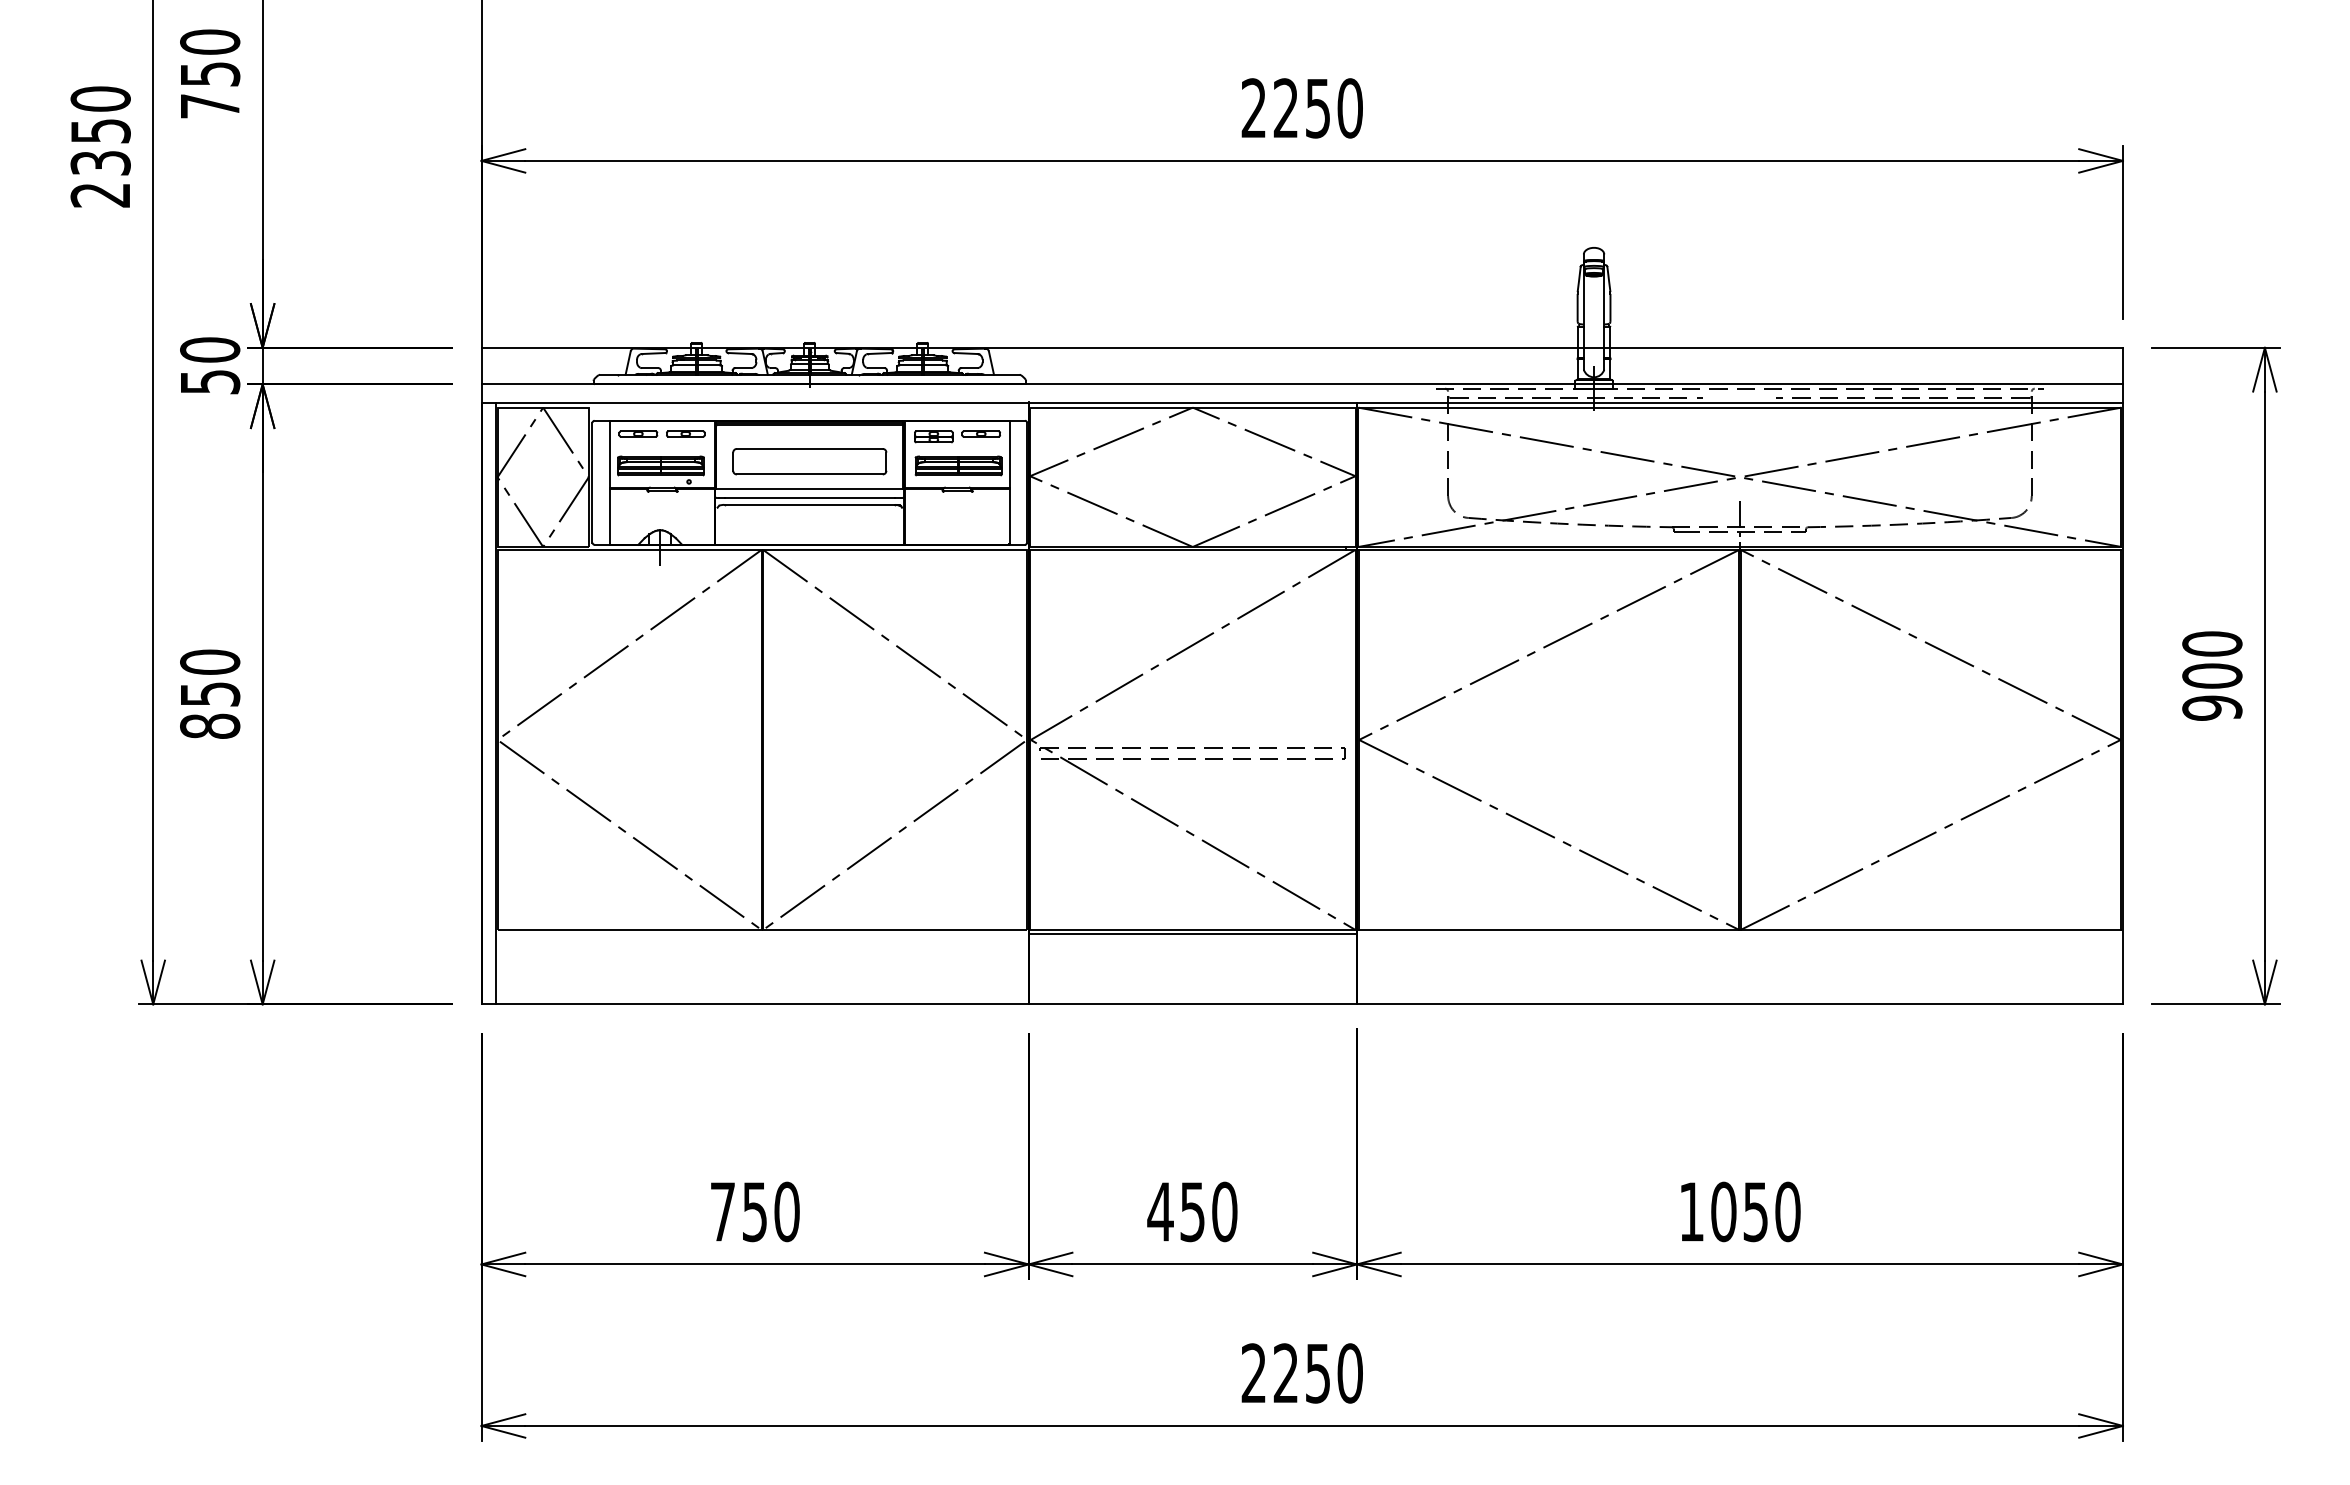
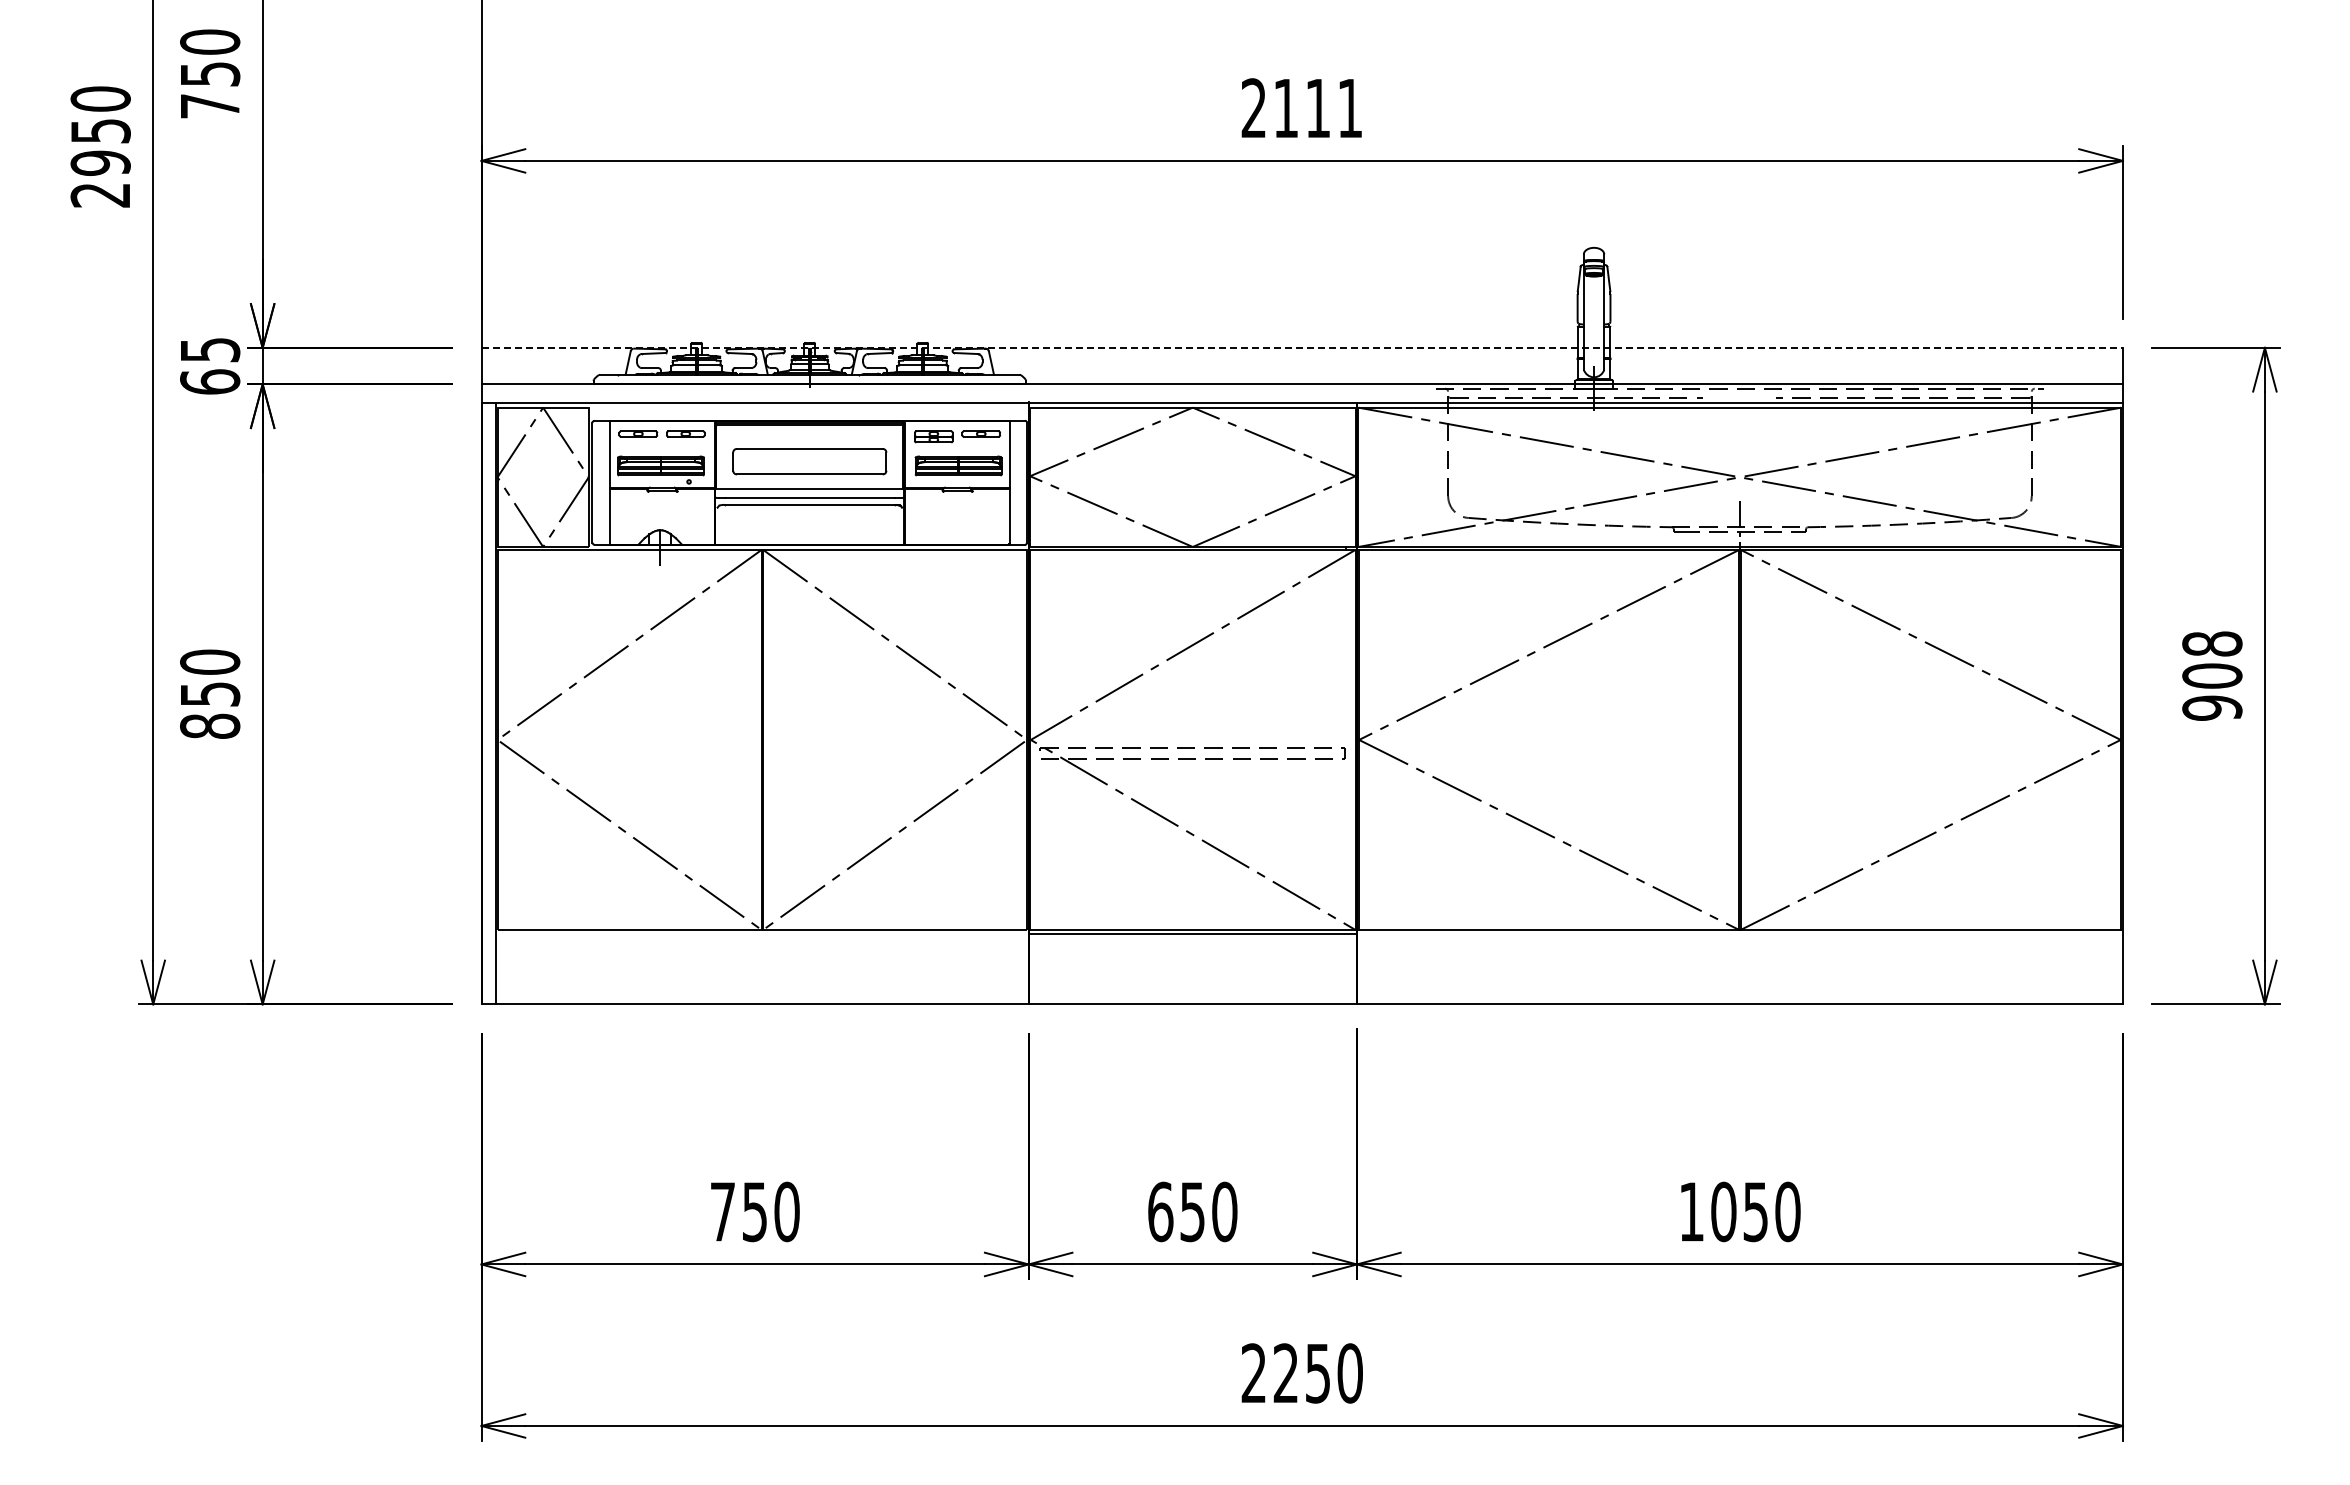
text at (1317, 108): 2250 -> 2111
text at (100, 162): 2350 -> 2950
line at (1302, 347): solid -> dashed
text at (210, 365): 50 -> 65
text at (2212, 643): 900 -> 908
text at (1160, 1211): 450 -> 650
